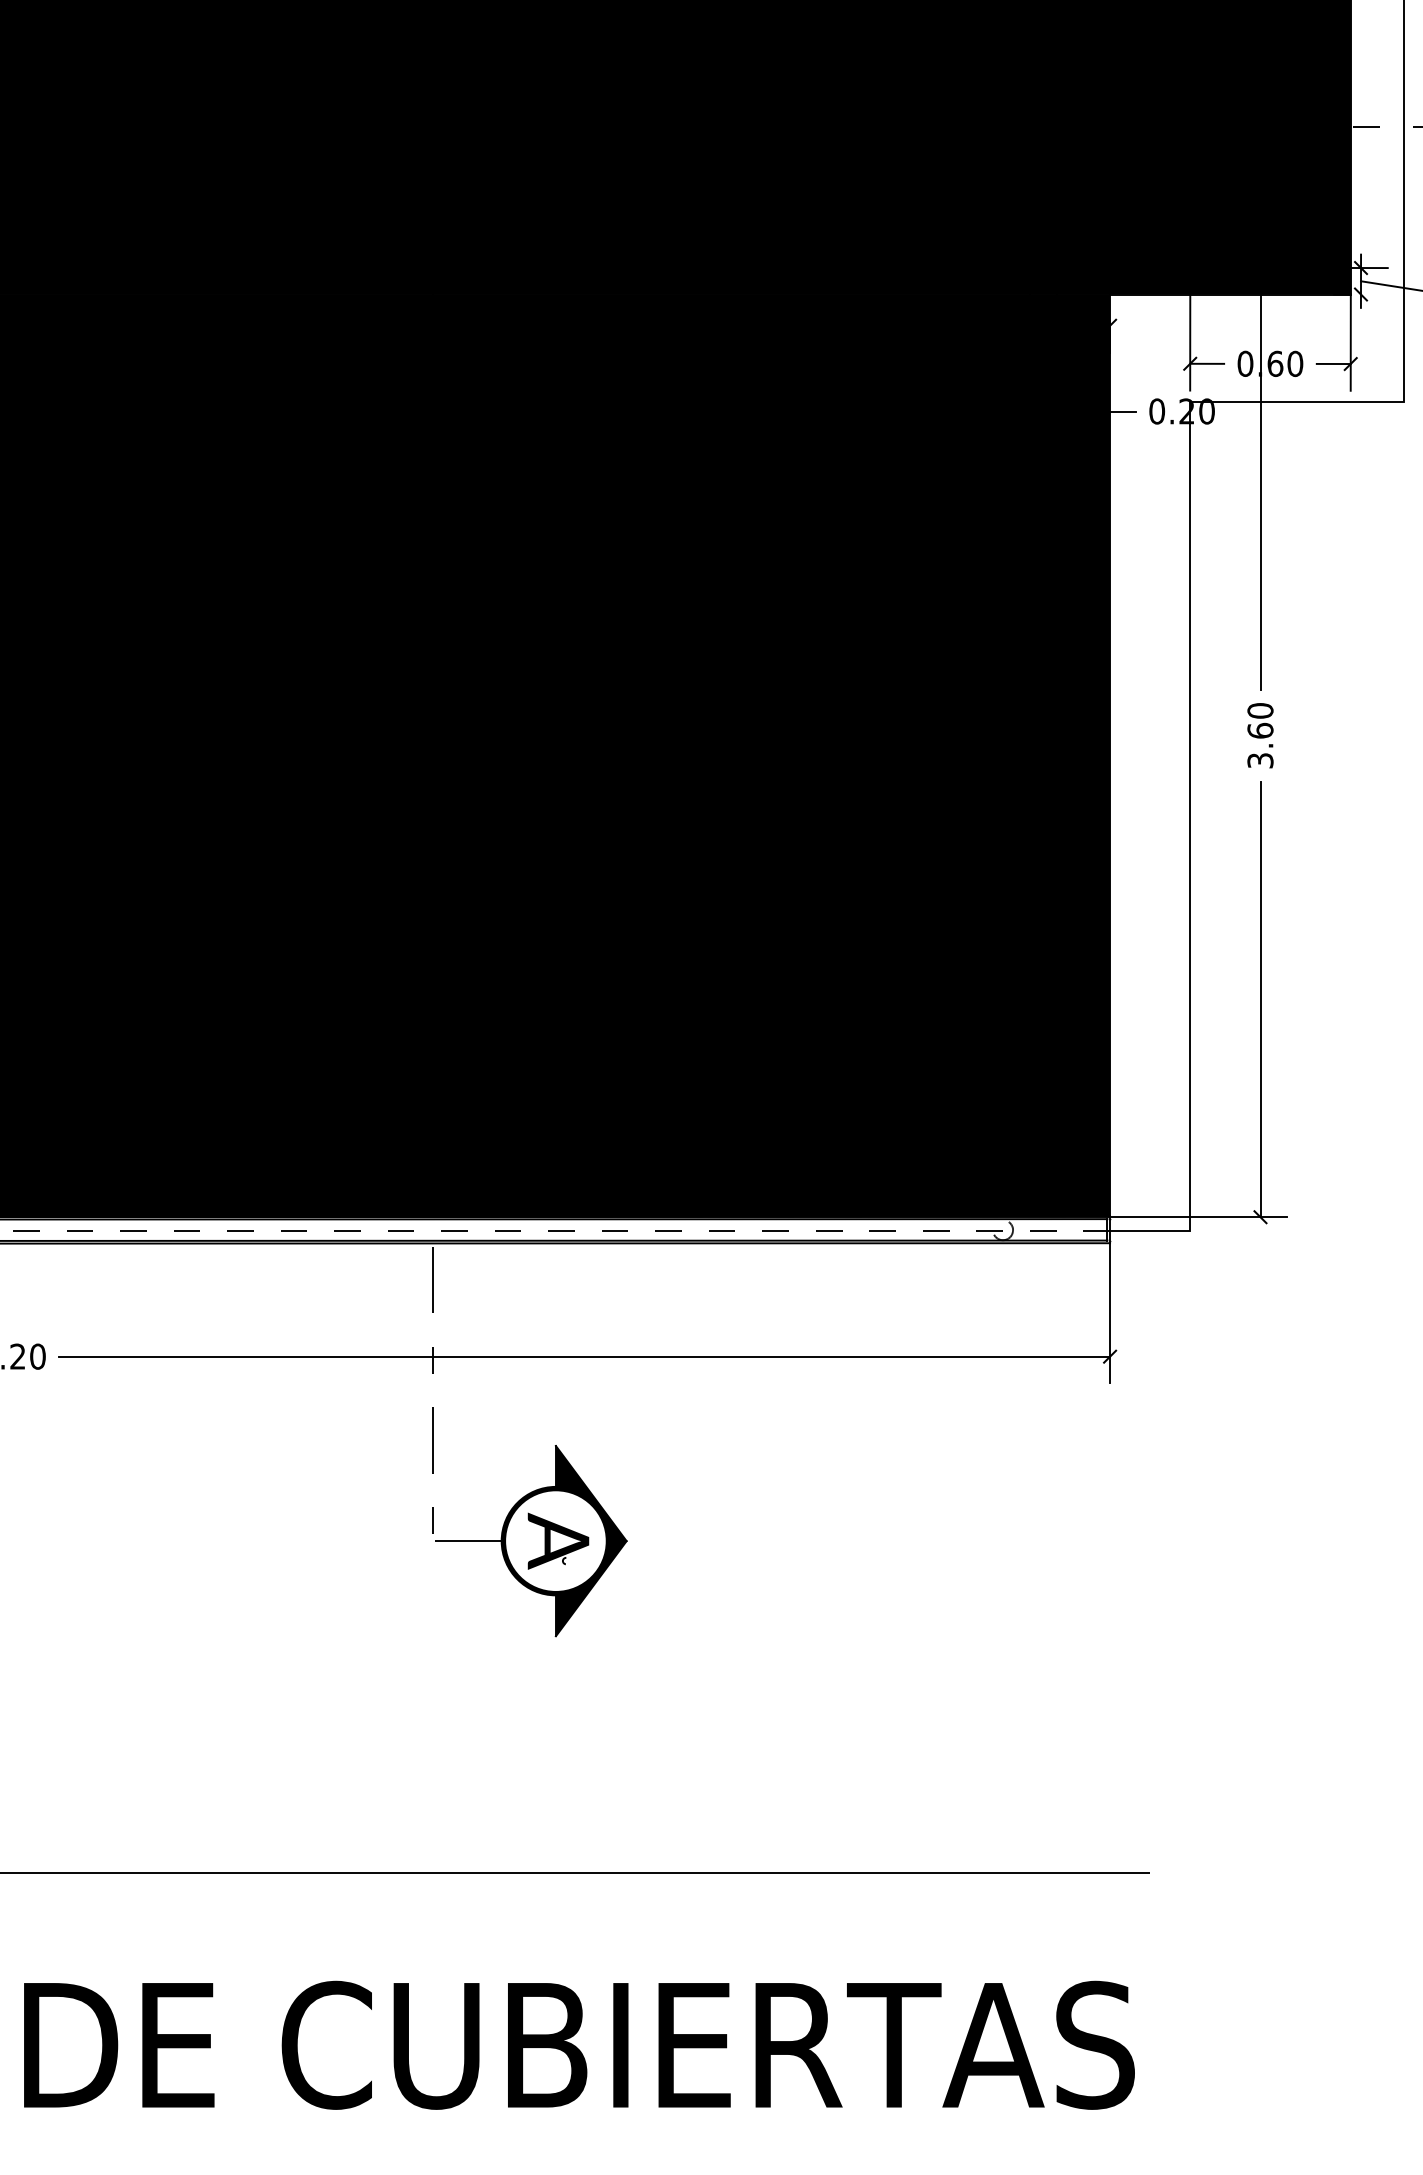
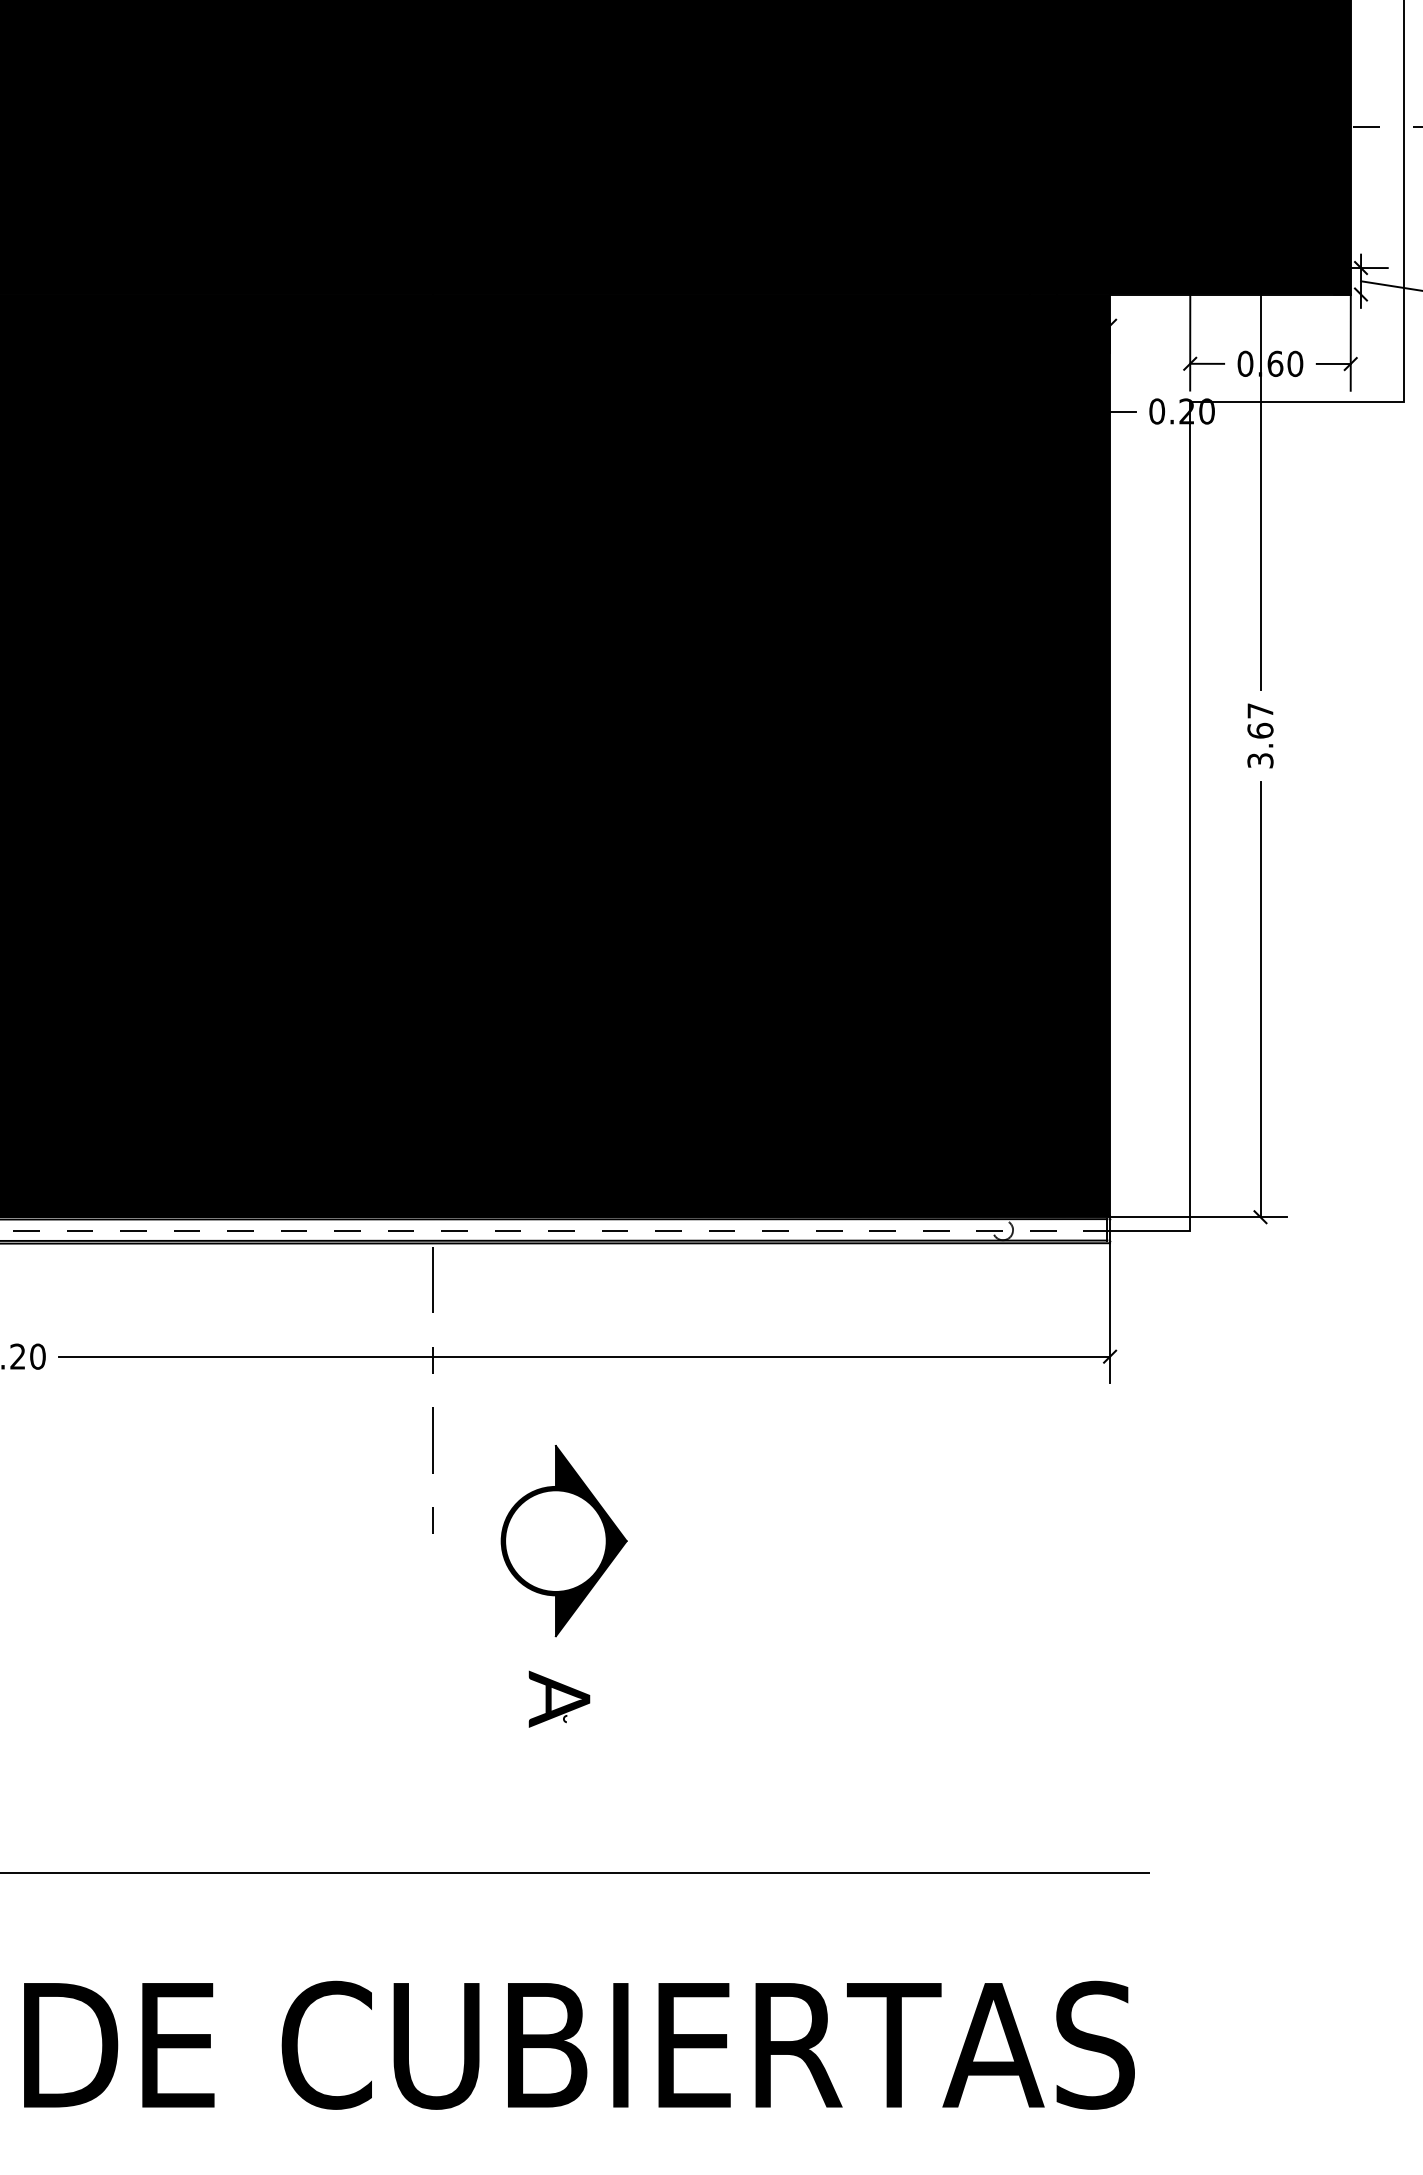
text at (1260, 710): 3.60 -> 3.67
part at (558, 1540) position: (558, 1540) -> (559, 1698)
line at (466, 1541): present -> none
